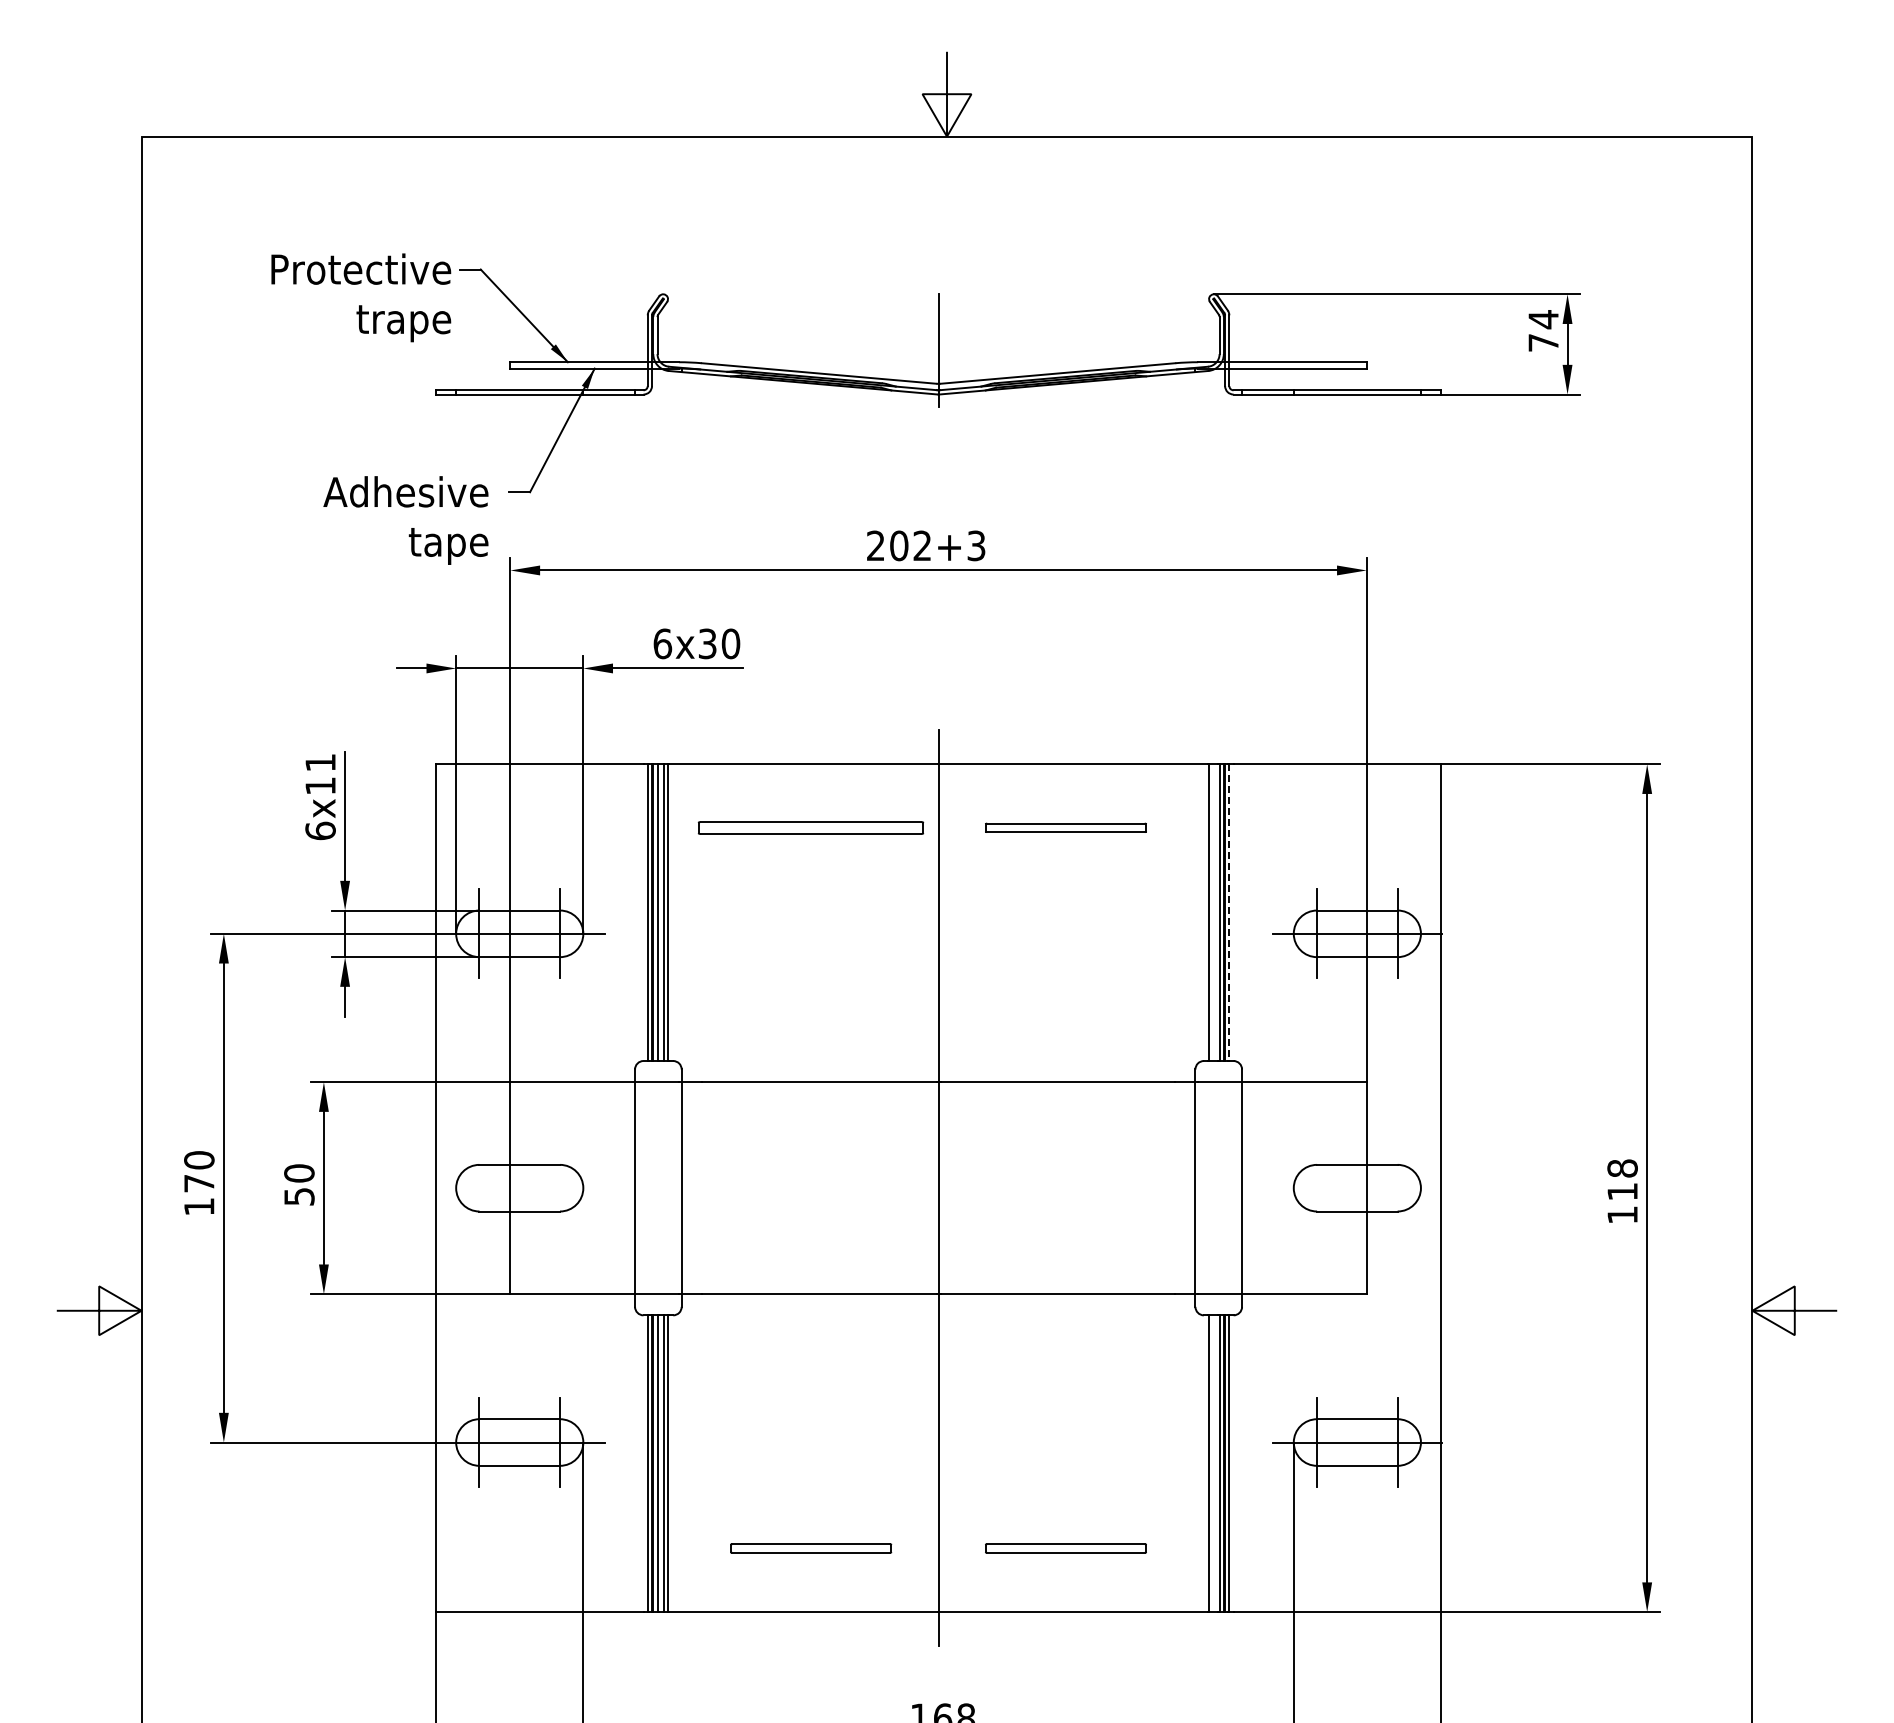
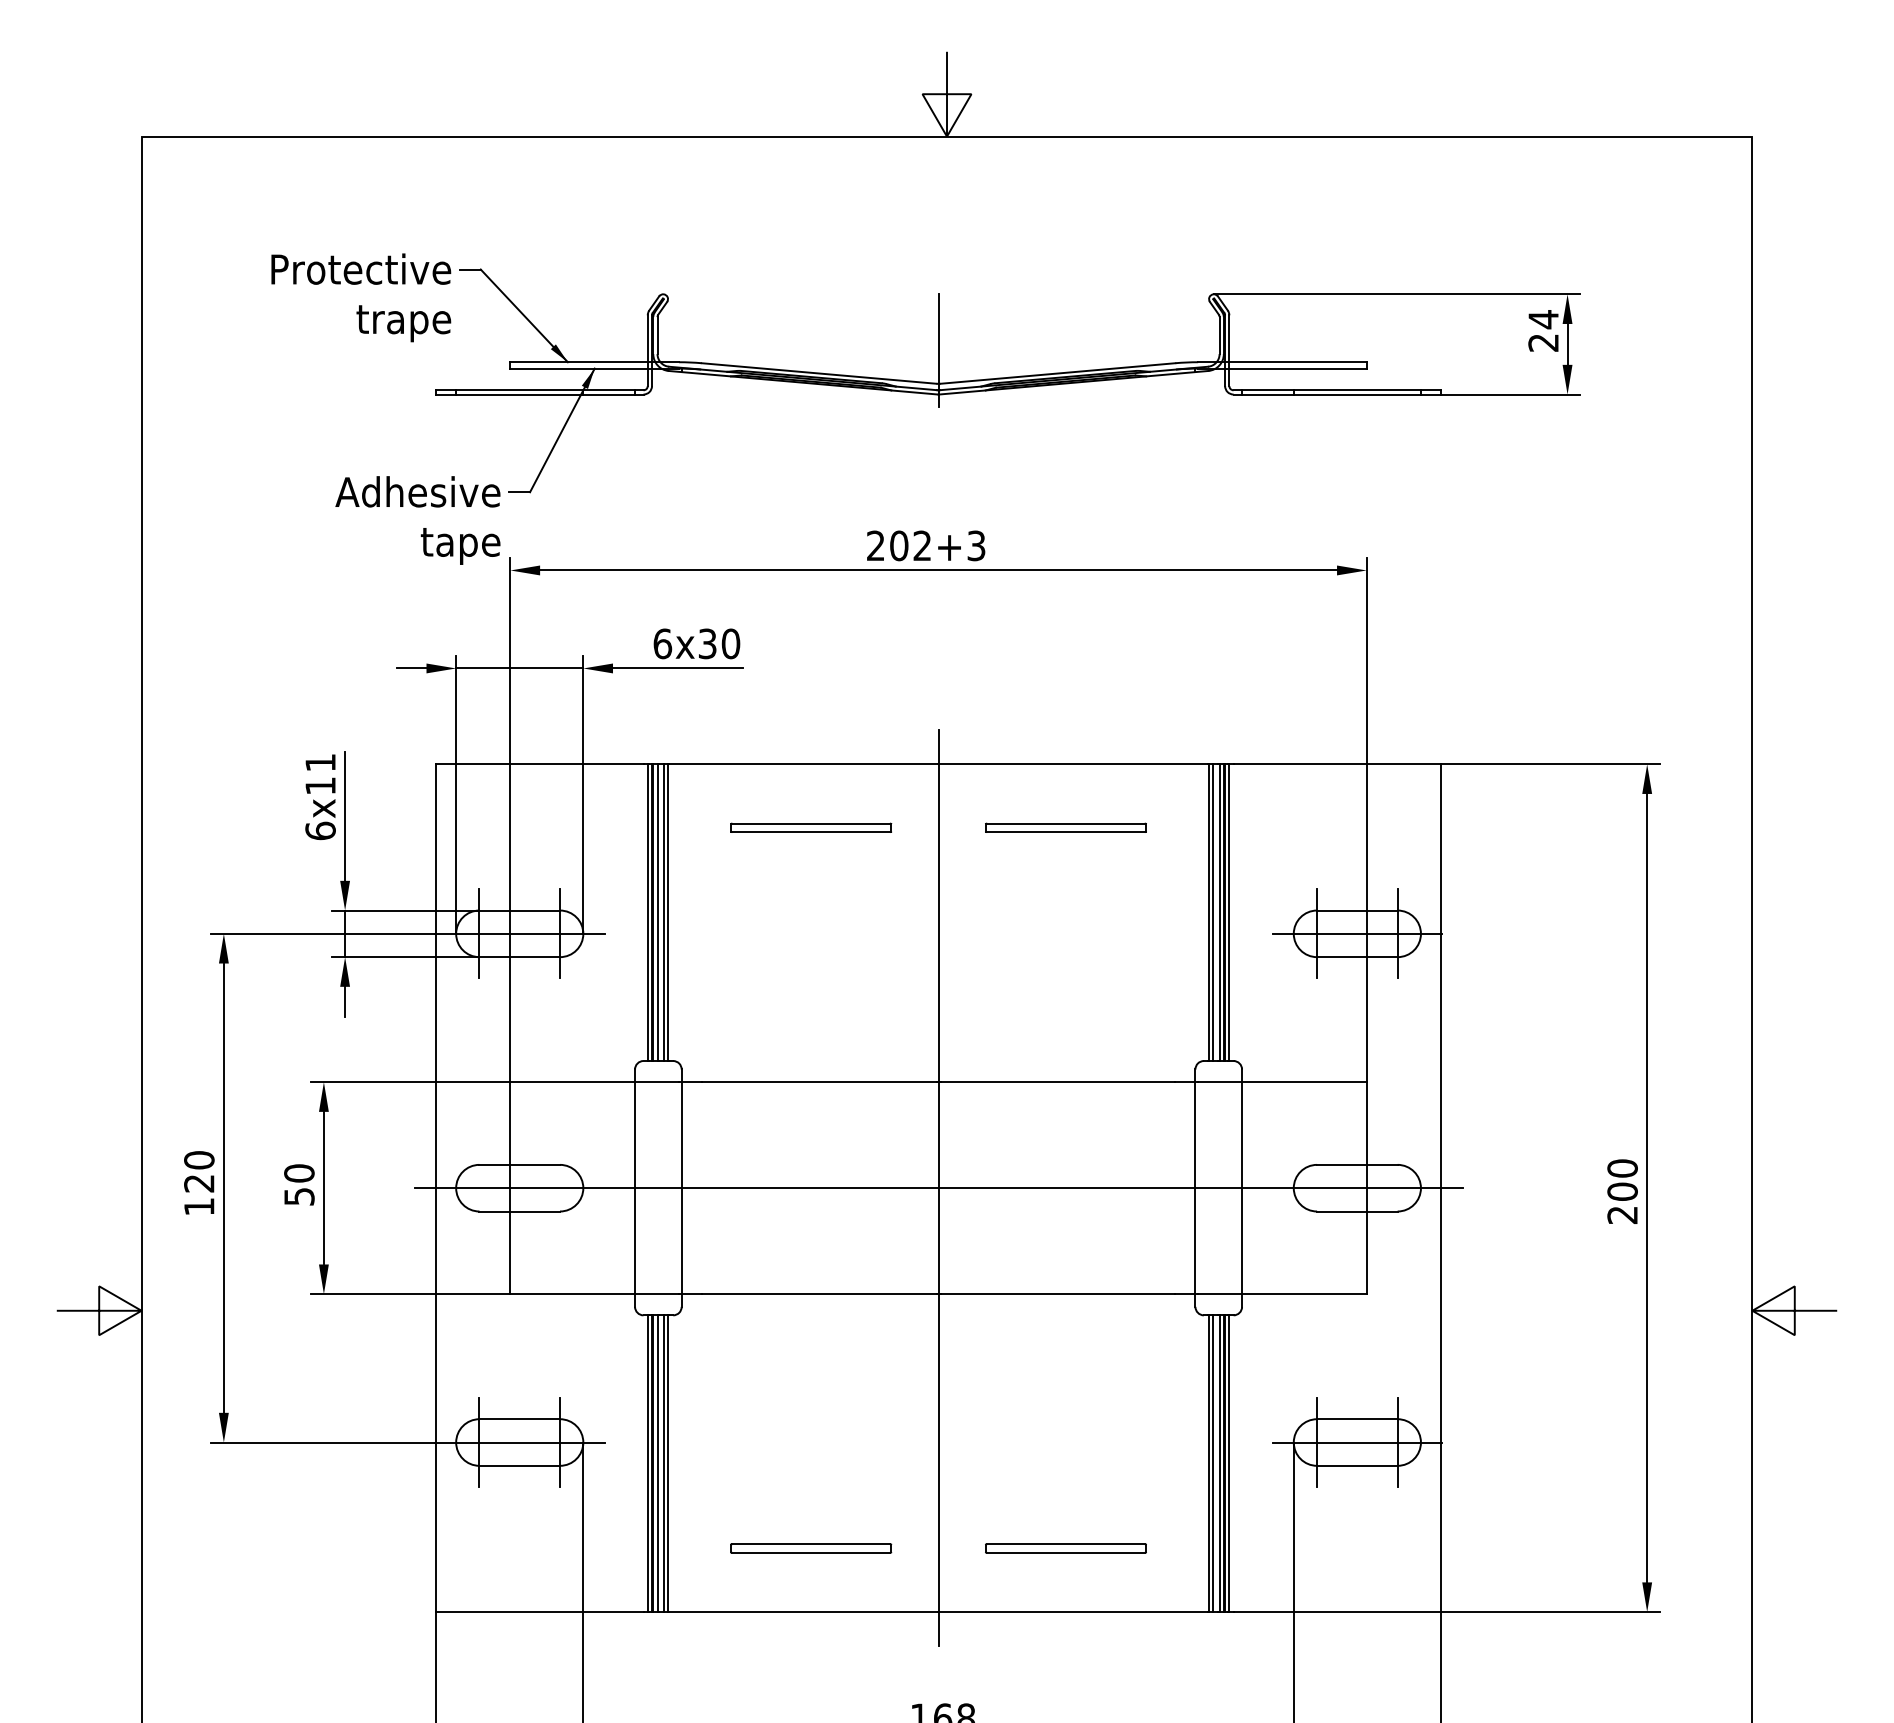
text at (1543, 342): 74 -> 24
text at (405, 520) position: (405, 520) -> (417, 520)
part at (810, 827) size: 228x14 px -> 163x11 px
line at (1213, 912): none -> present
line at (1229, 913): dashed -> solid
text at (199, 1183): 170 -> 120
line at (938, 1188): none -> present
text at (1622, 1191): 118 -> 200
line at (1213, 1463): none -> present
